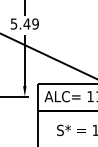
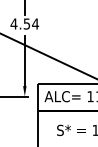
text at (24, 23): 5.49 -> 4.54
